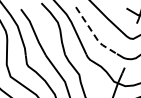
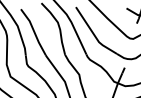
line at (94, 34): dashed -> solid
